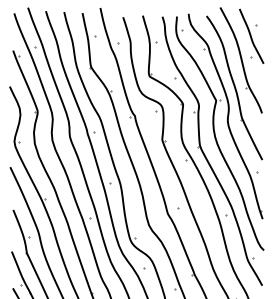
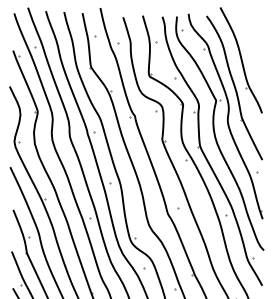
part at (251, 35): present -> none
